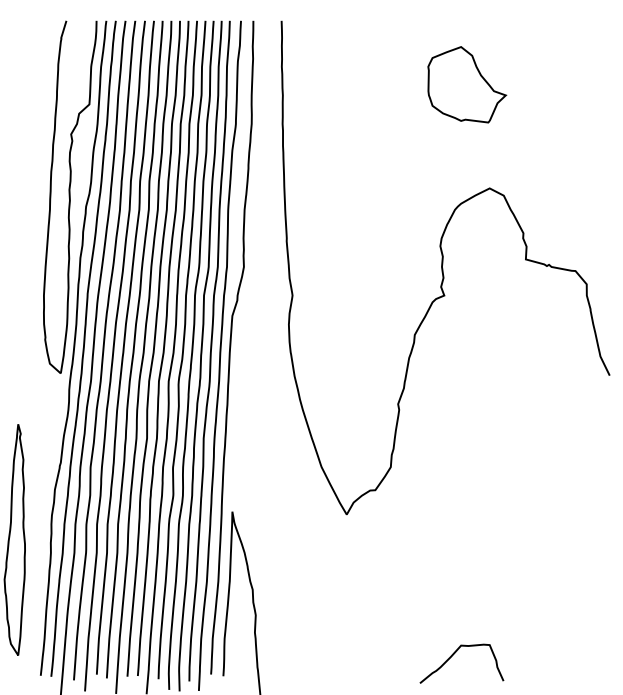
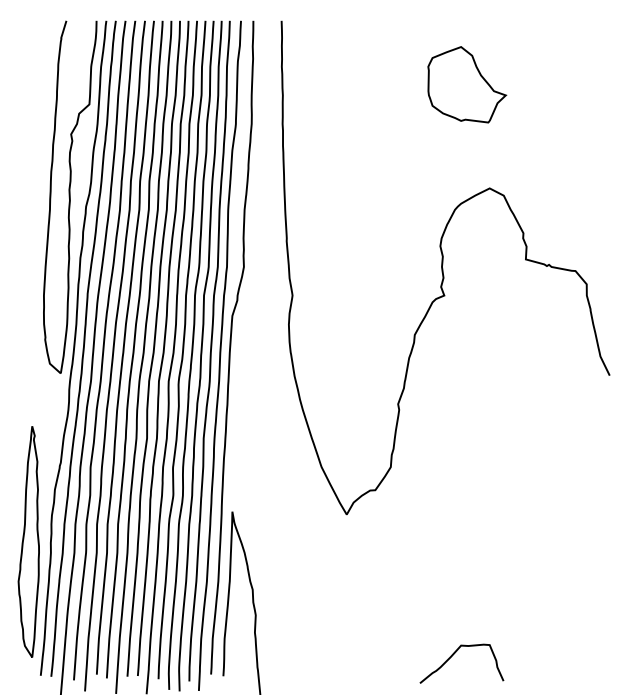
part at (14, 539) position: (14, 539) -> (28, 541)
